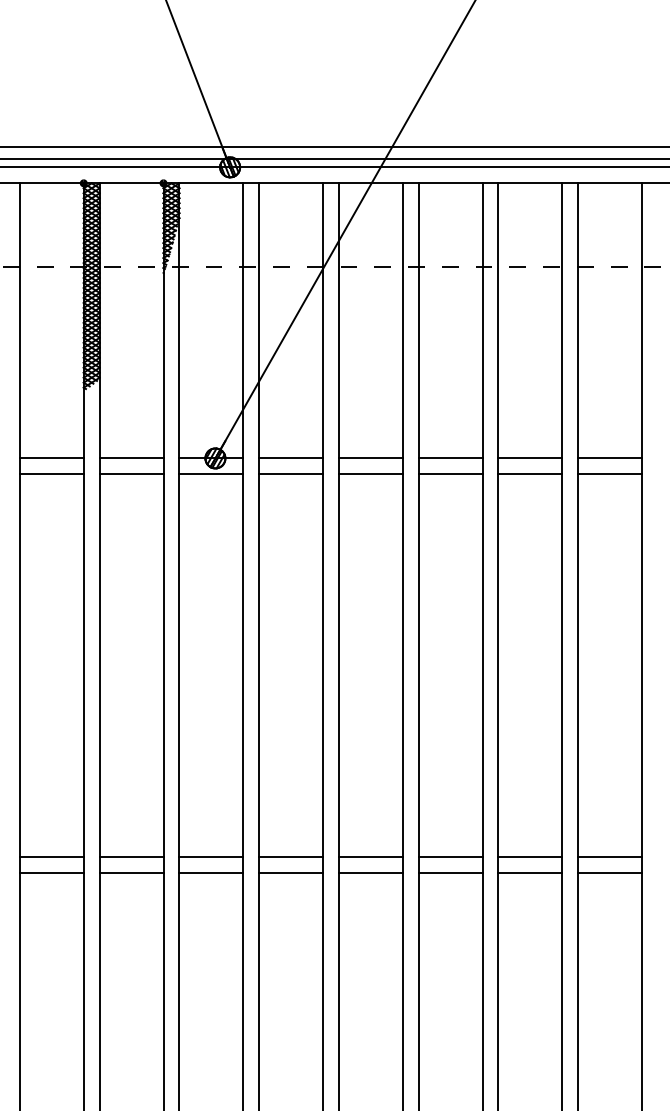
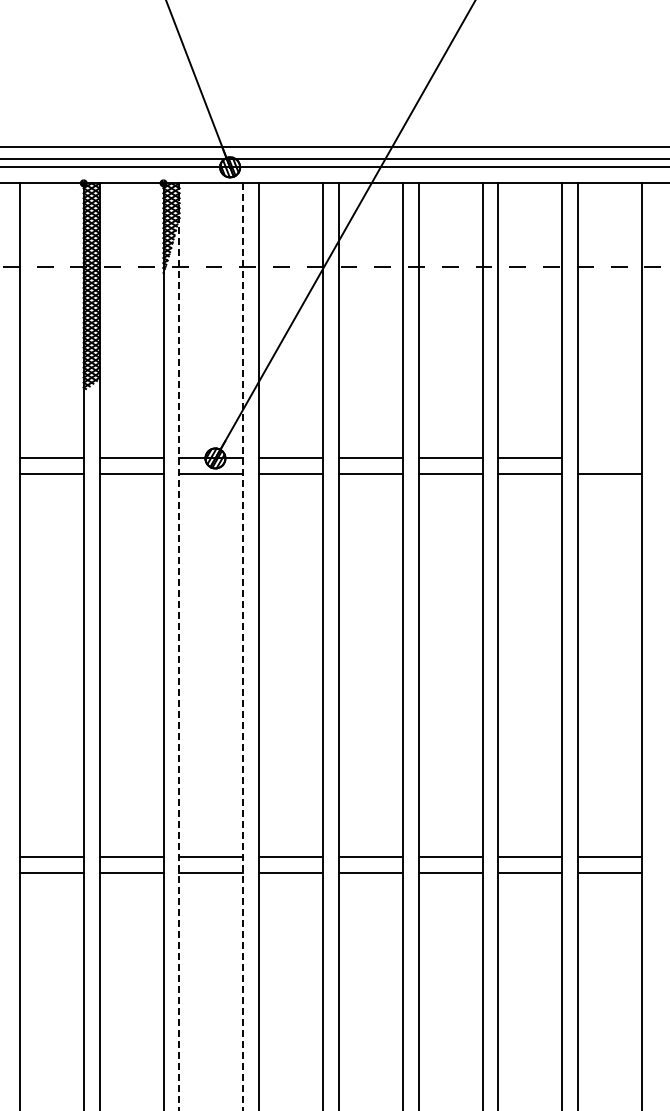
line at (610, 458): present -> none
line at (179, 647): solid -> dashed
line at (243, 647): solid -> dashed
